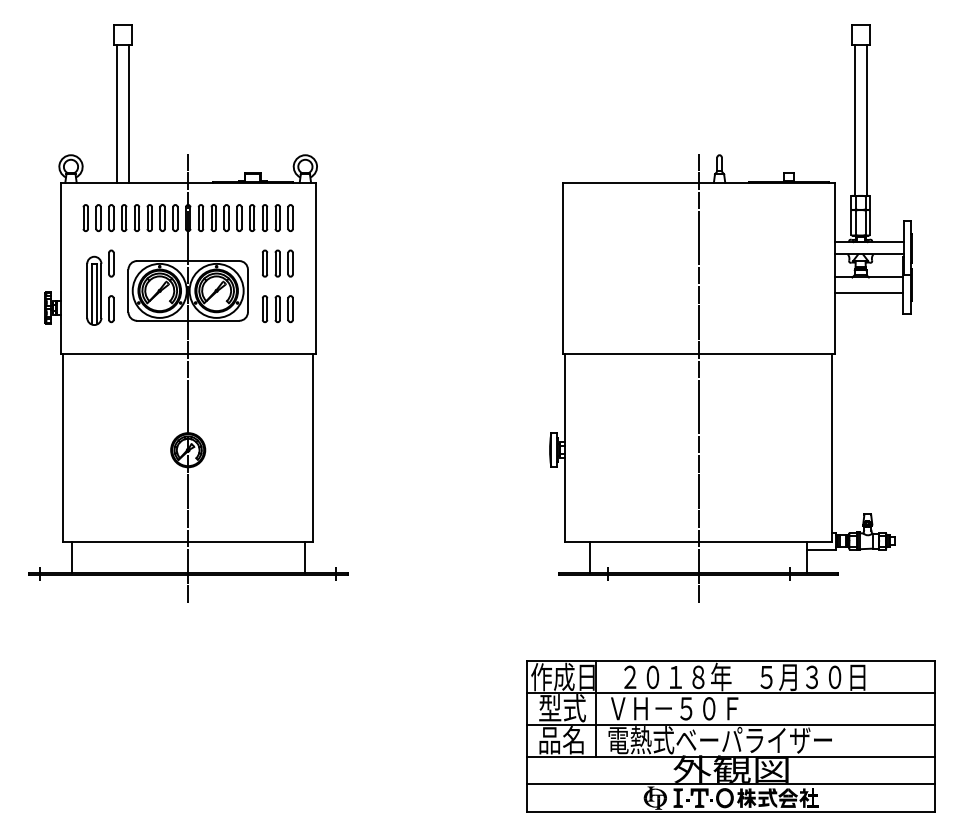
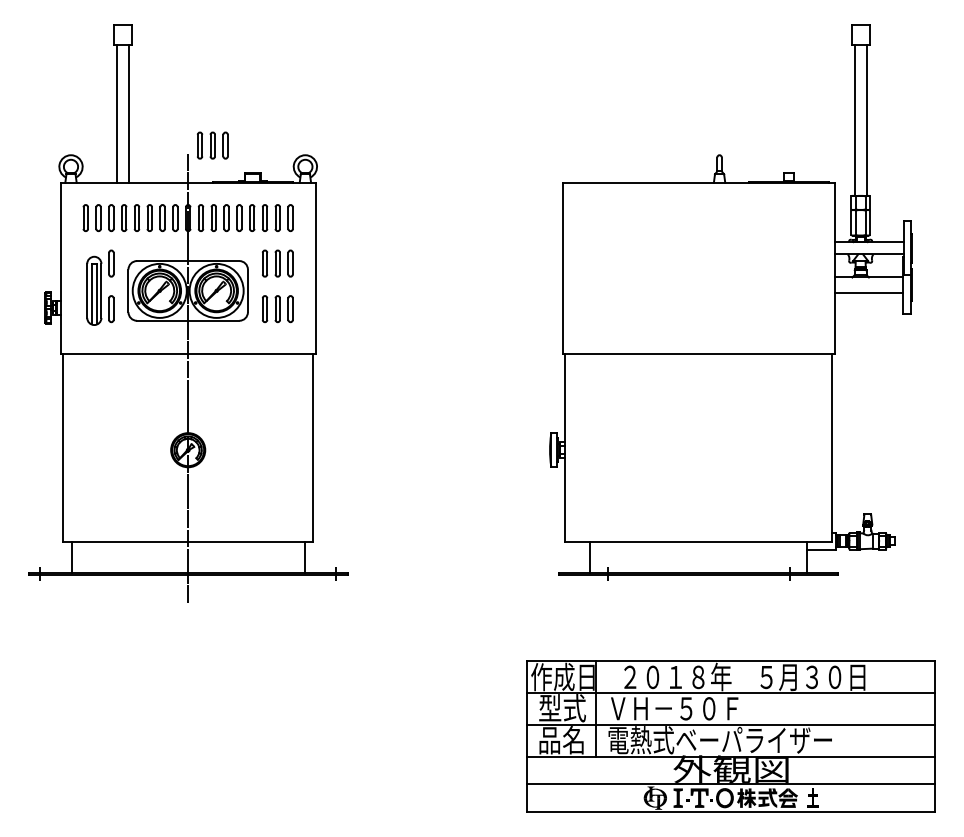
part at (212, 145): none -> present
line at (698, 378): present -> none
fill at (804, 797): present -> none
